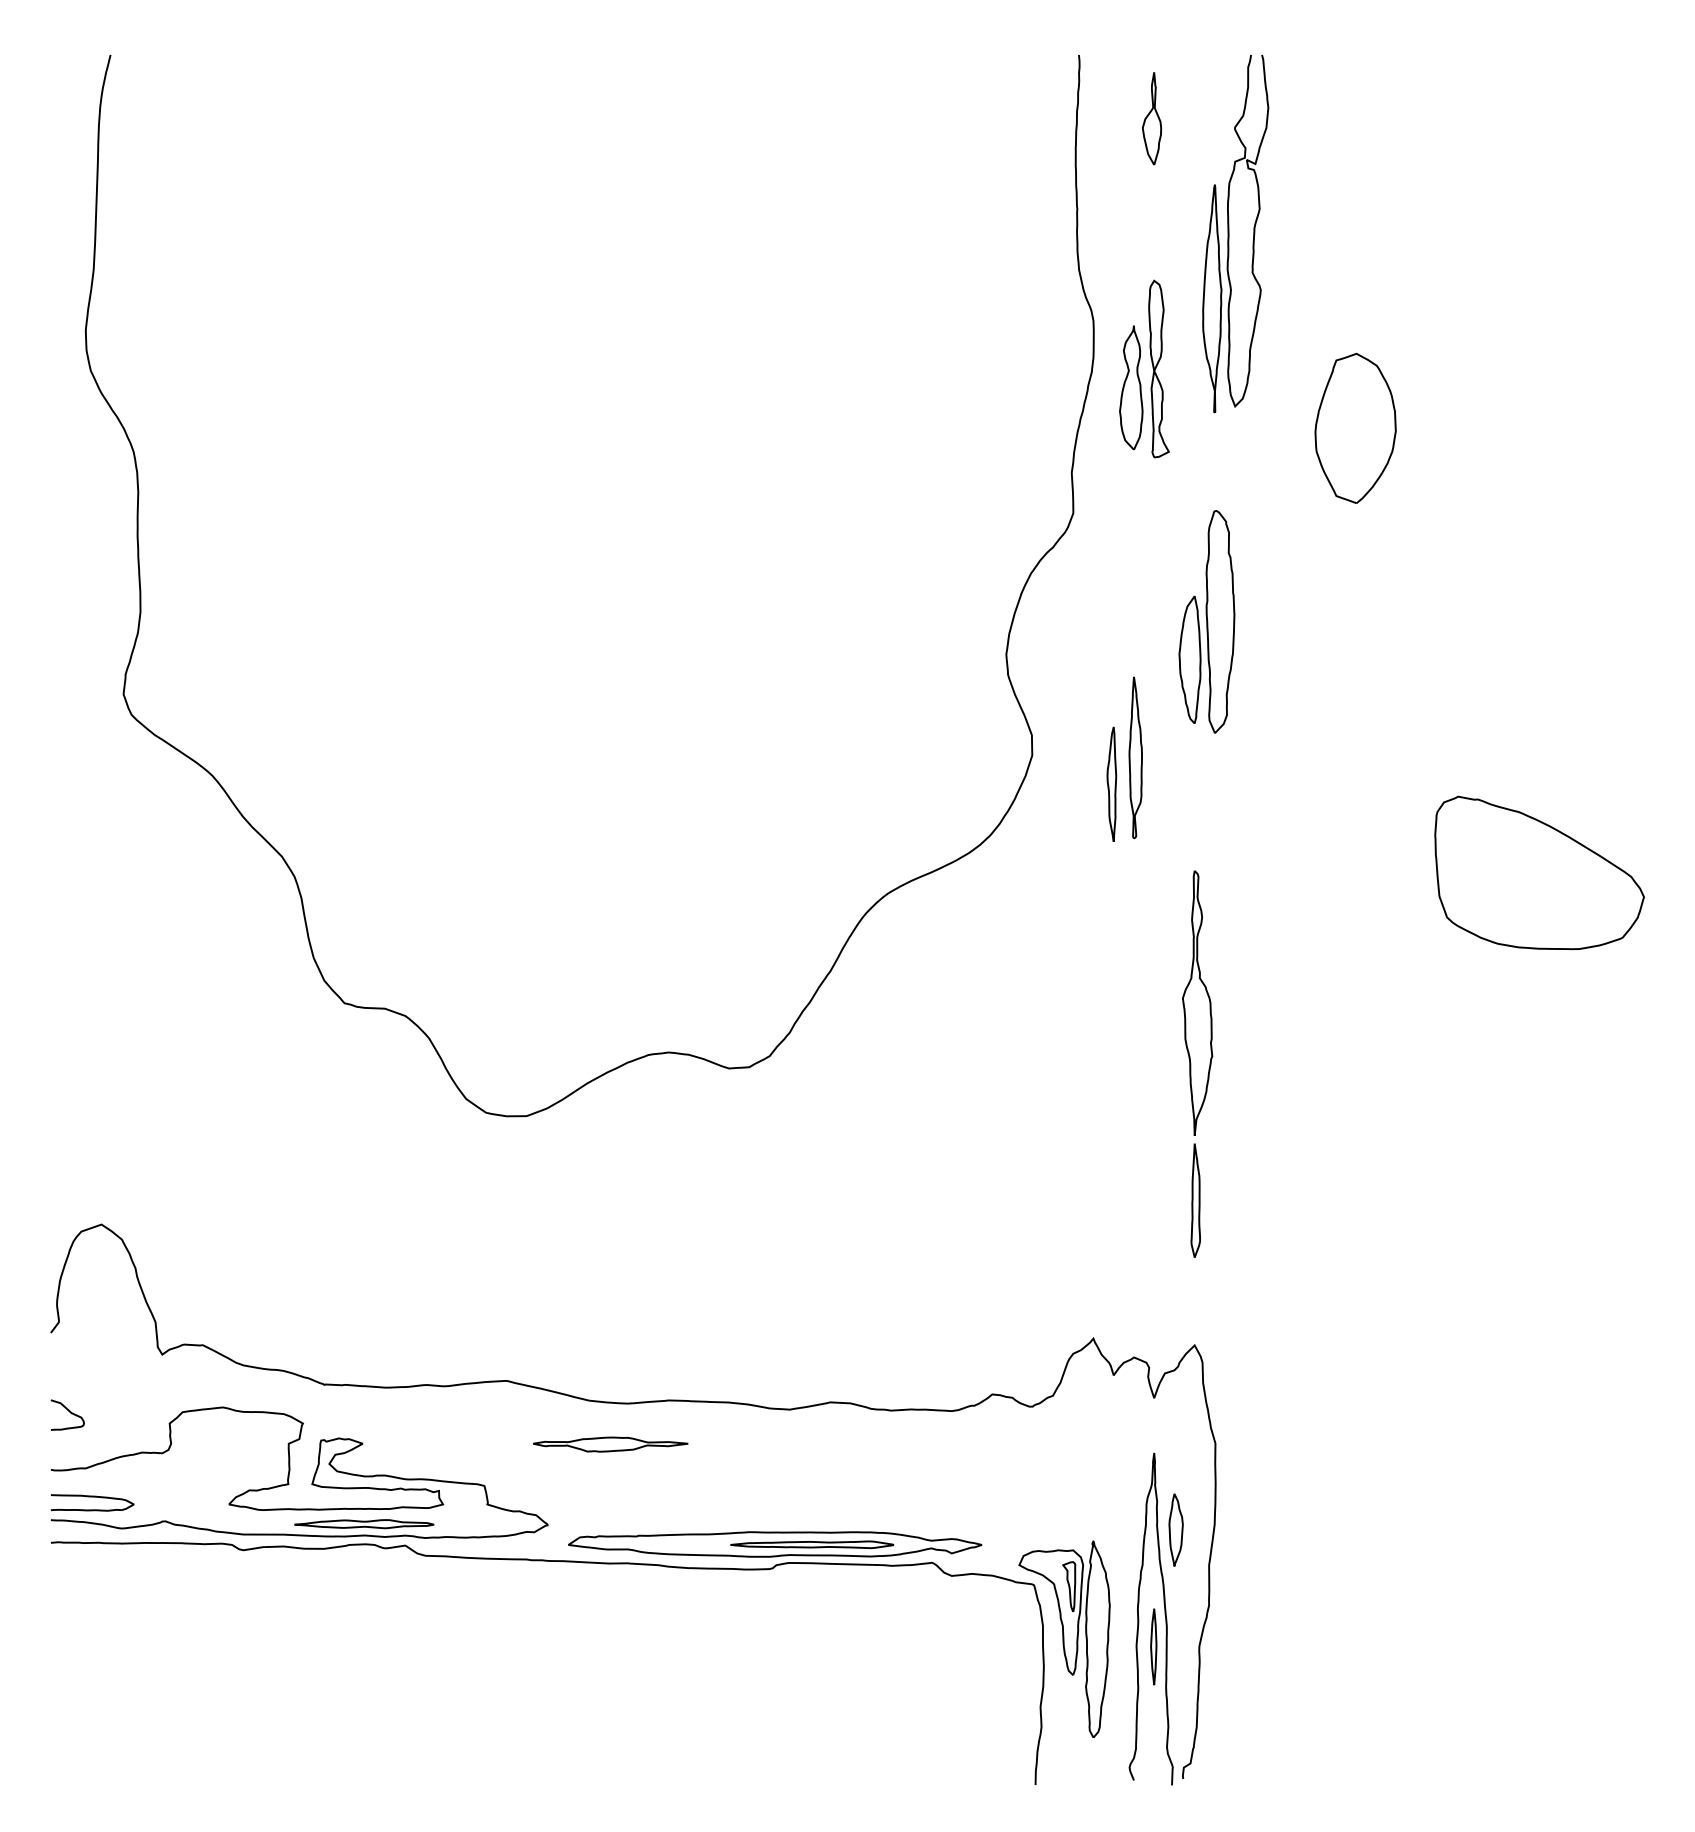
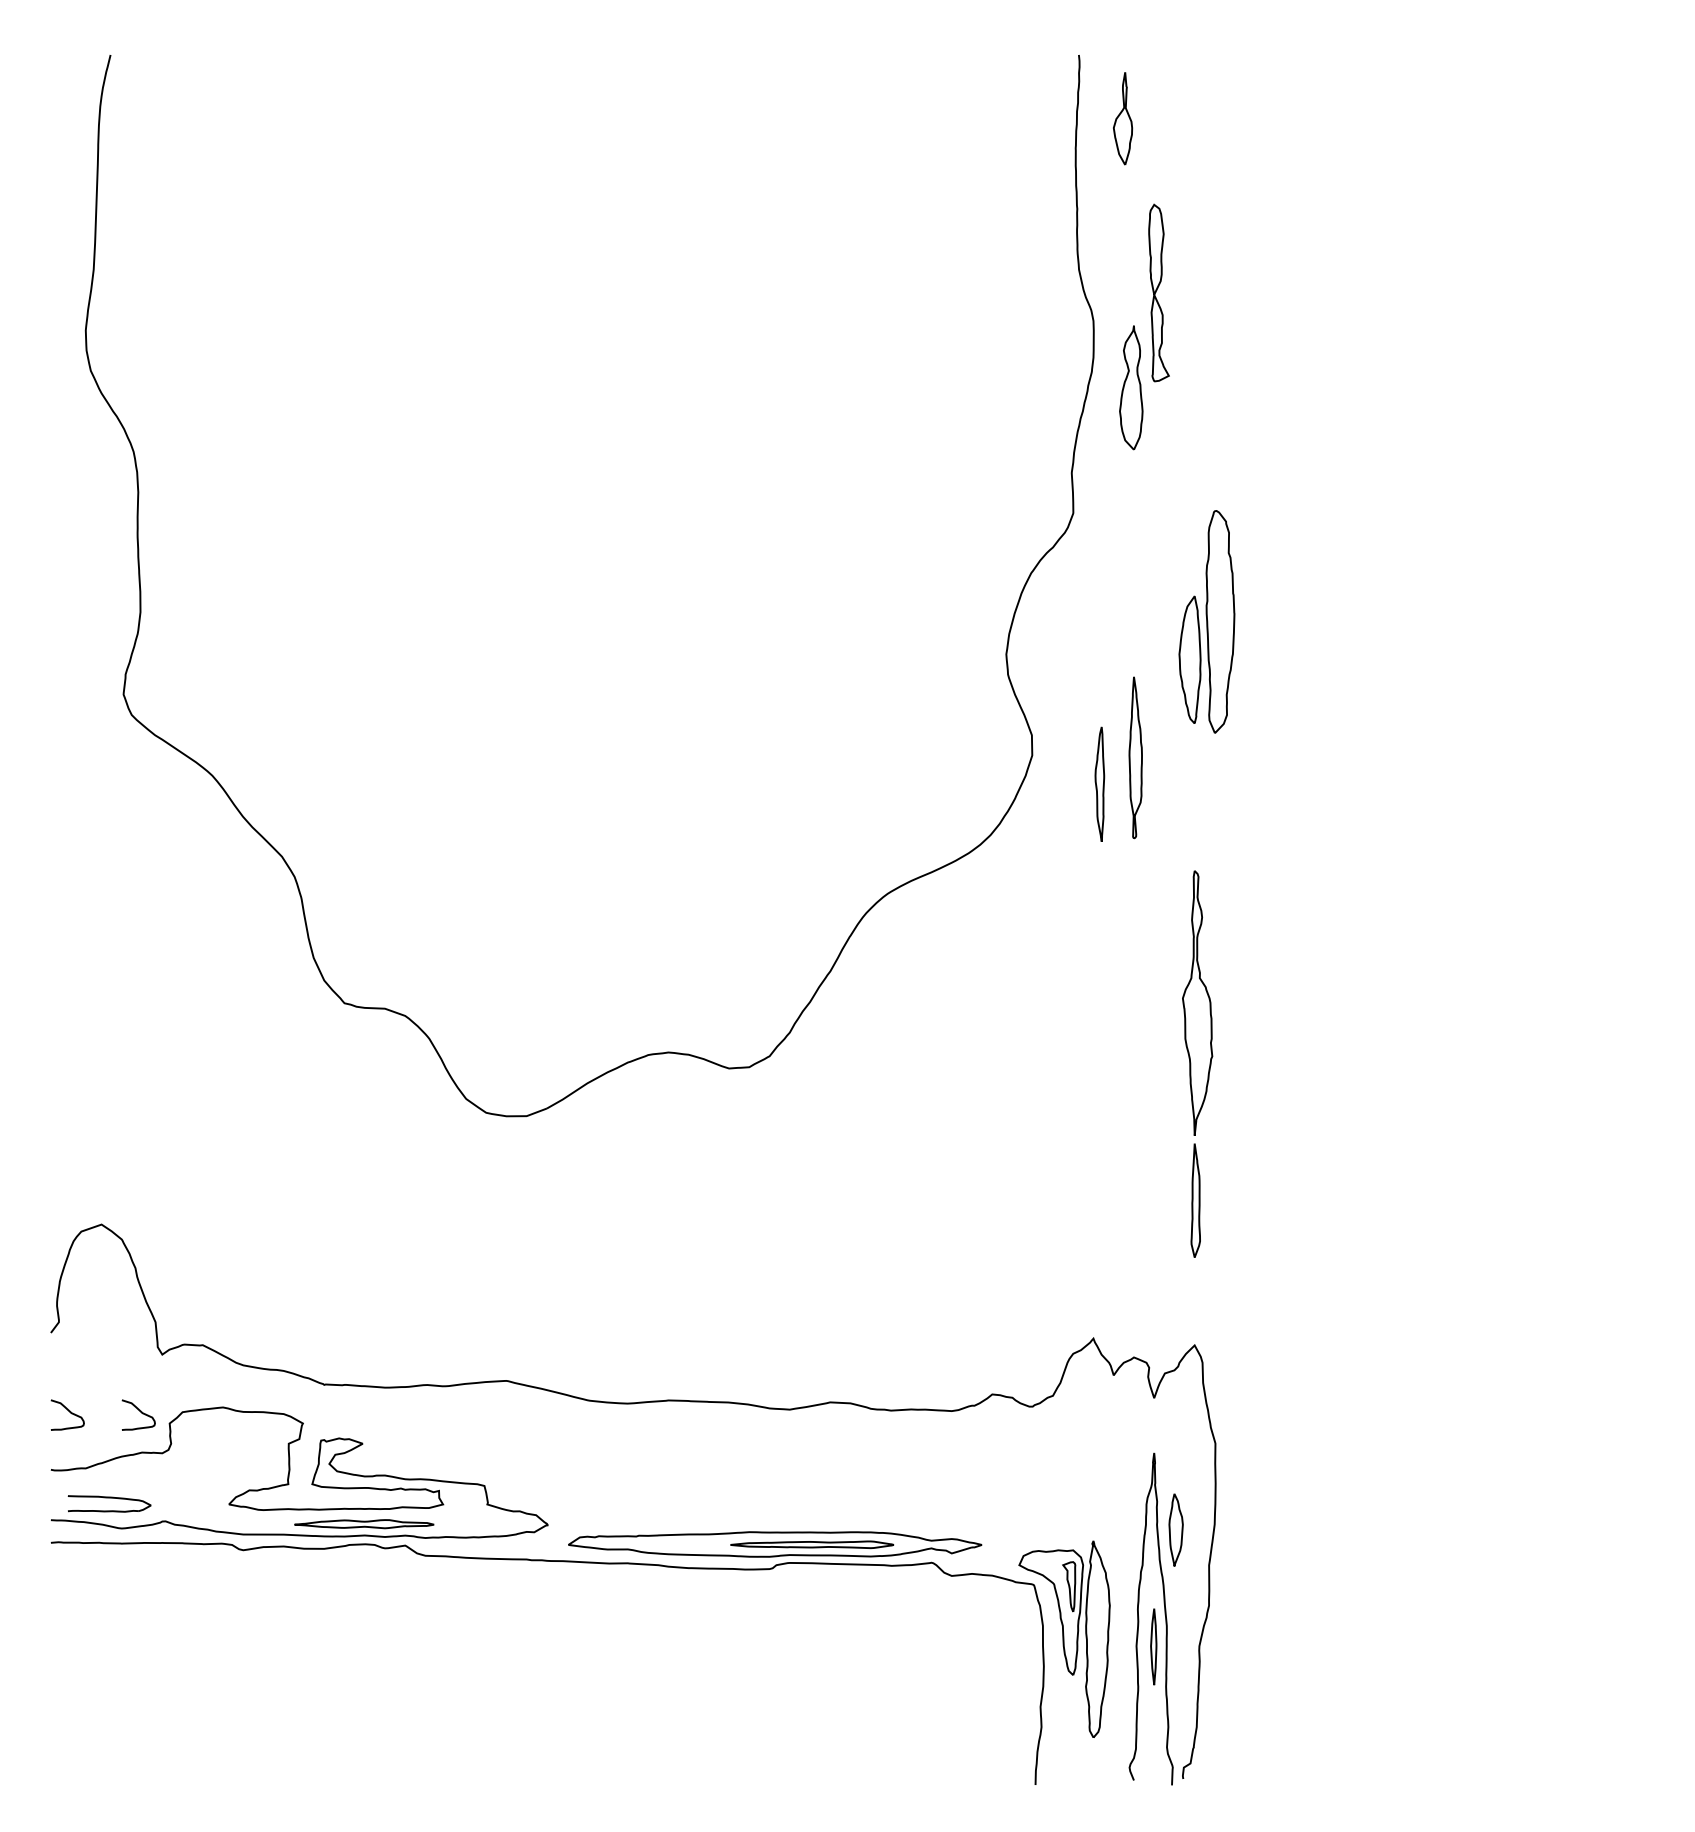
part at (1152, 118) position: (1152, 118) -> (1123, 118)
part at (1235, 233): present -> none
part at (1158, 368) position: (1158, 368) -> (1158, 292)
part at (1355, 427): present -> none
part at (1111, 783) position: (1111, 783) -> (1099, 783)
part at (1539, 872): present -> none
curve at (140, 1412): none -> present
part at (610, 1444): present -> none
part at (92, 1502) position: (92, 1502) -> (109, 1503)
